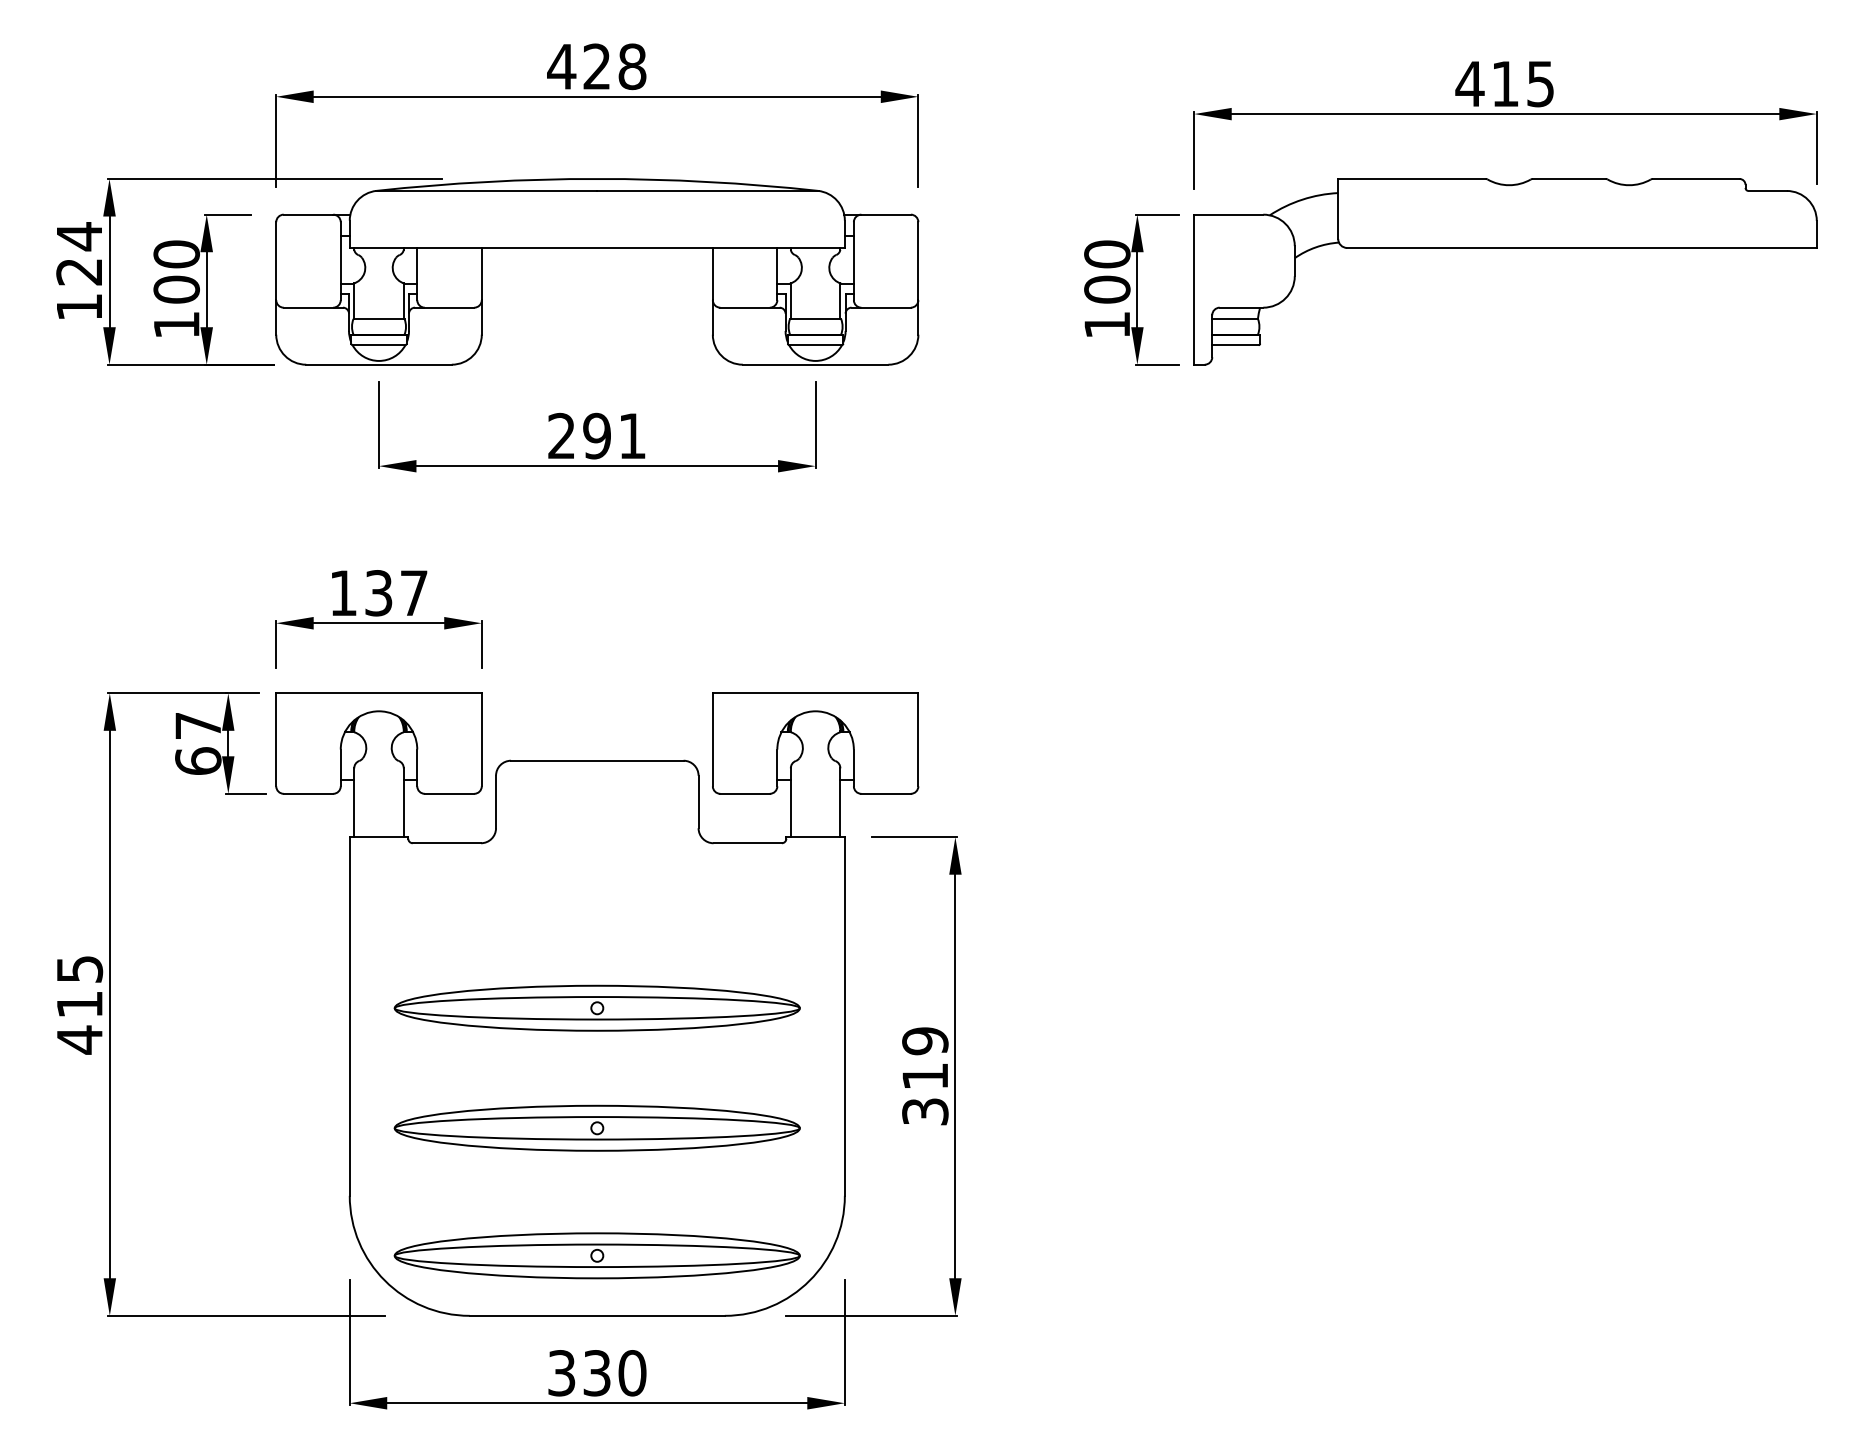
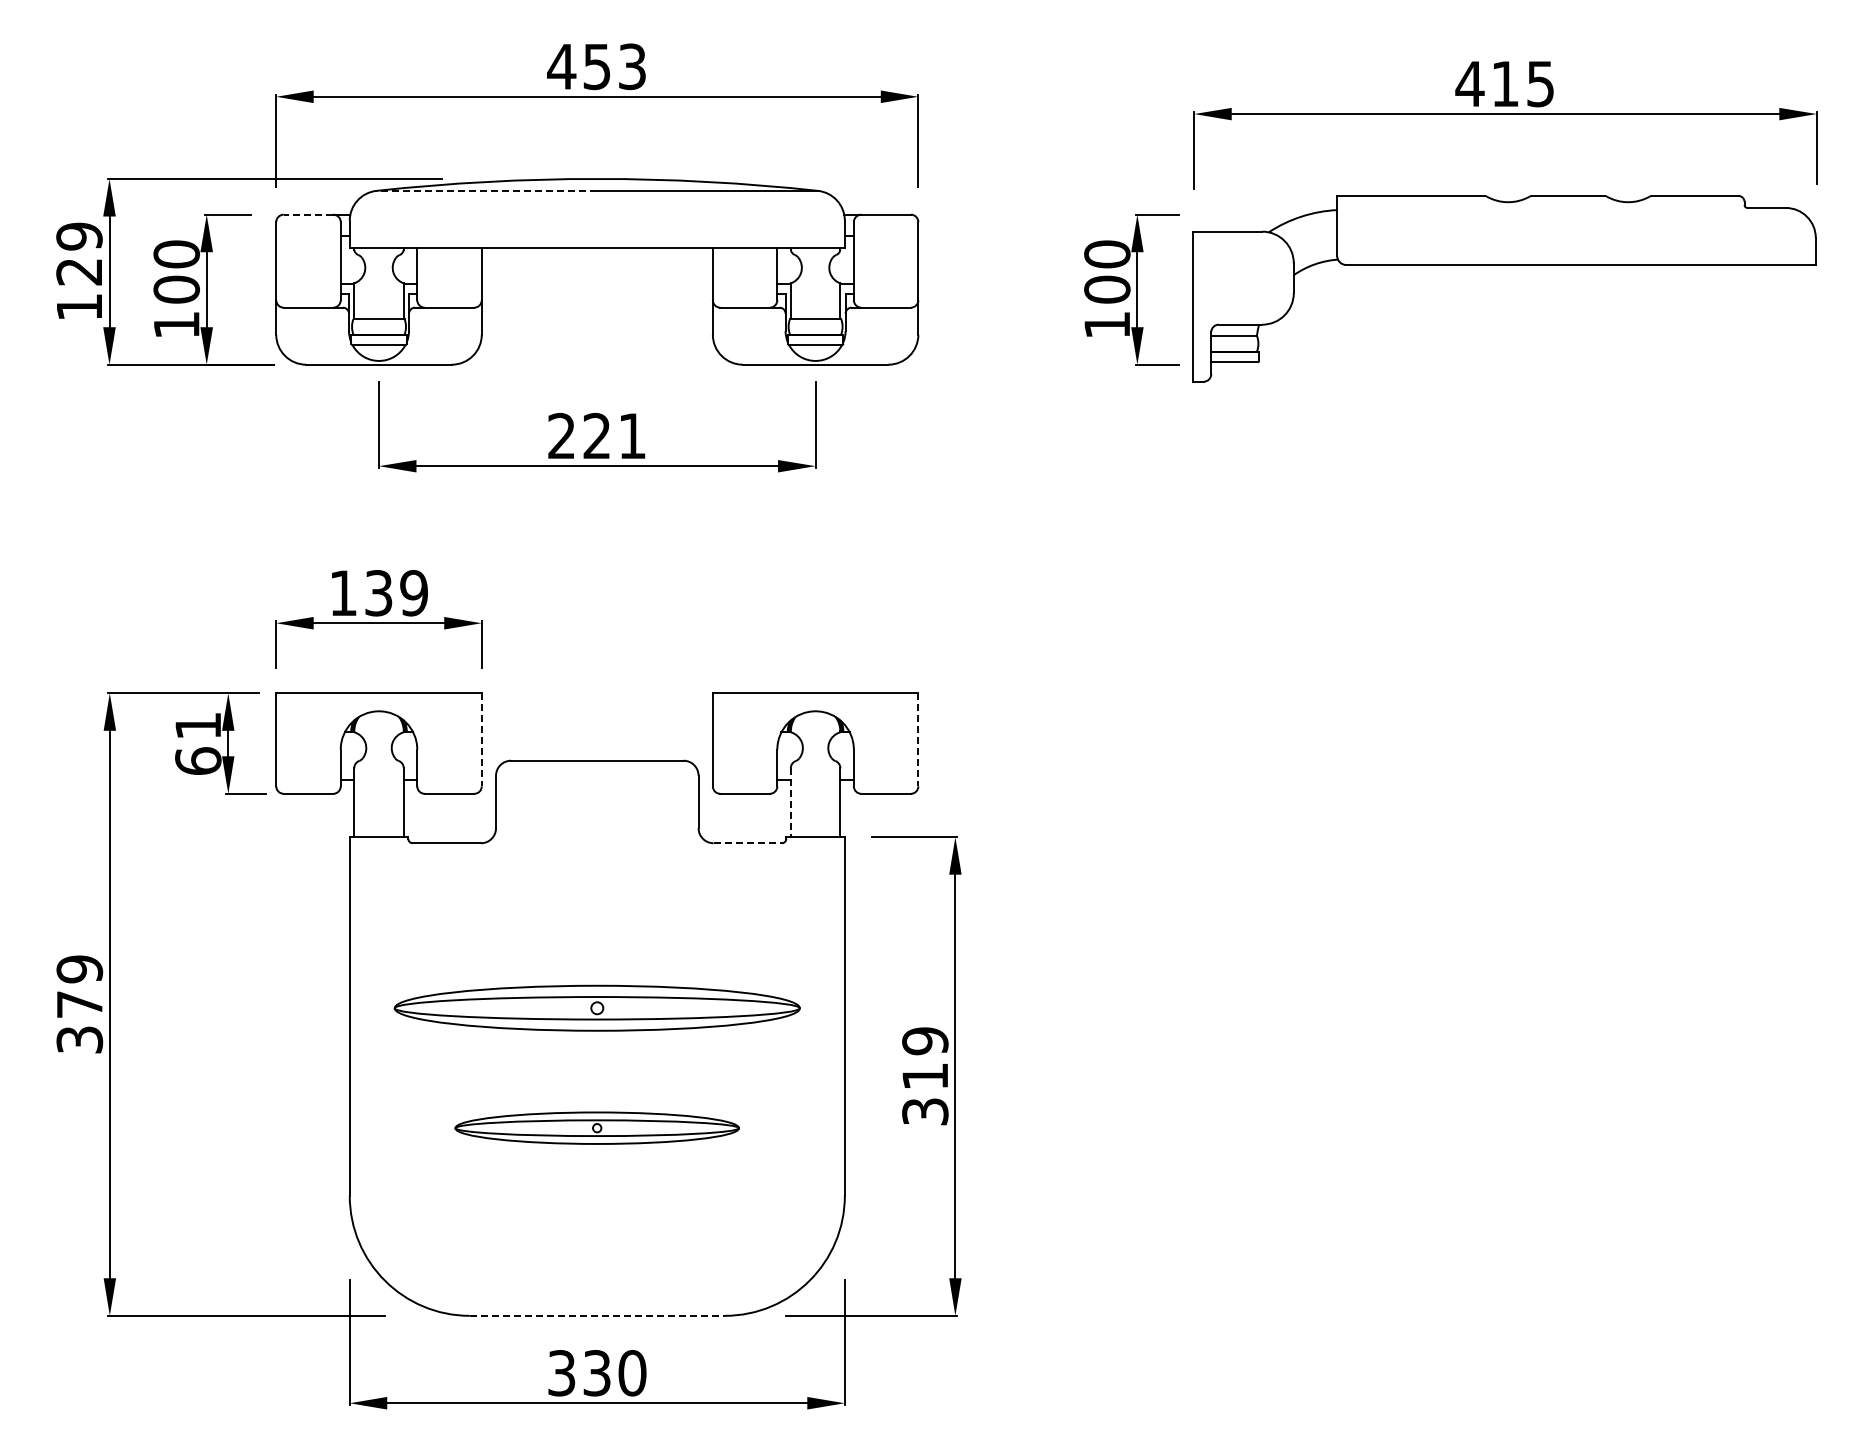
text at (614, 66): 428 -> 453
line at (486, 190): solid -> dashed
line at (308, 214): solid -> dashed
text at (79, 236): 124 -> 129
part at (1505, 248) position: (1505, 248) -> (1504, 265)
text at (596, 435): 291 -> 221
text at (413, 593): 137 -> 139
text at (197, 725): 67 -> 61
line at (481, 739): solid -> dashed
line at (918, 739): solid -> dashed
line at (790, 802): solid -> dashed
line at (748, 843): solid -> dashed
text at (79, 1004): 415 -> 379
part at (596, 1127) size: 408x48 px -> 286x34 px
part at (596, 1255): present -> none
line at (597, 1315): solid -> dashed
